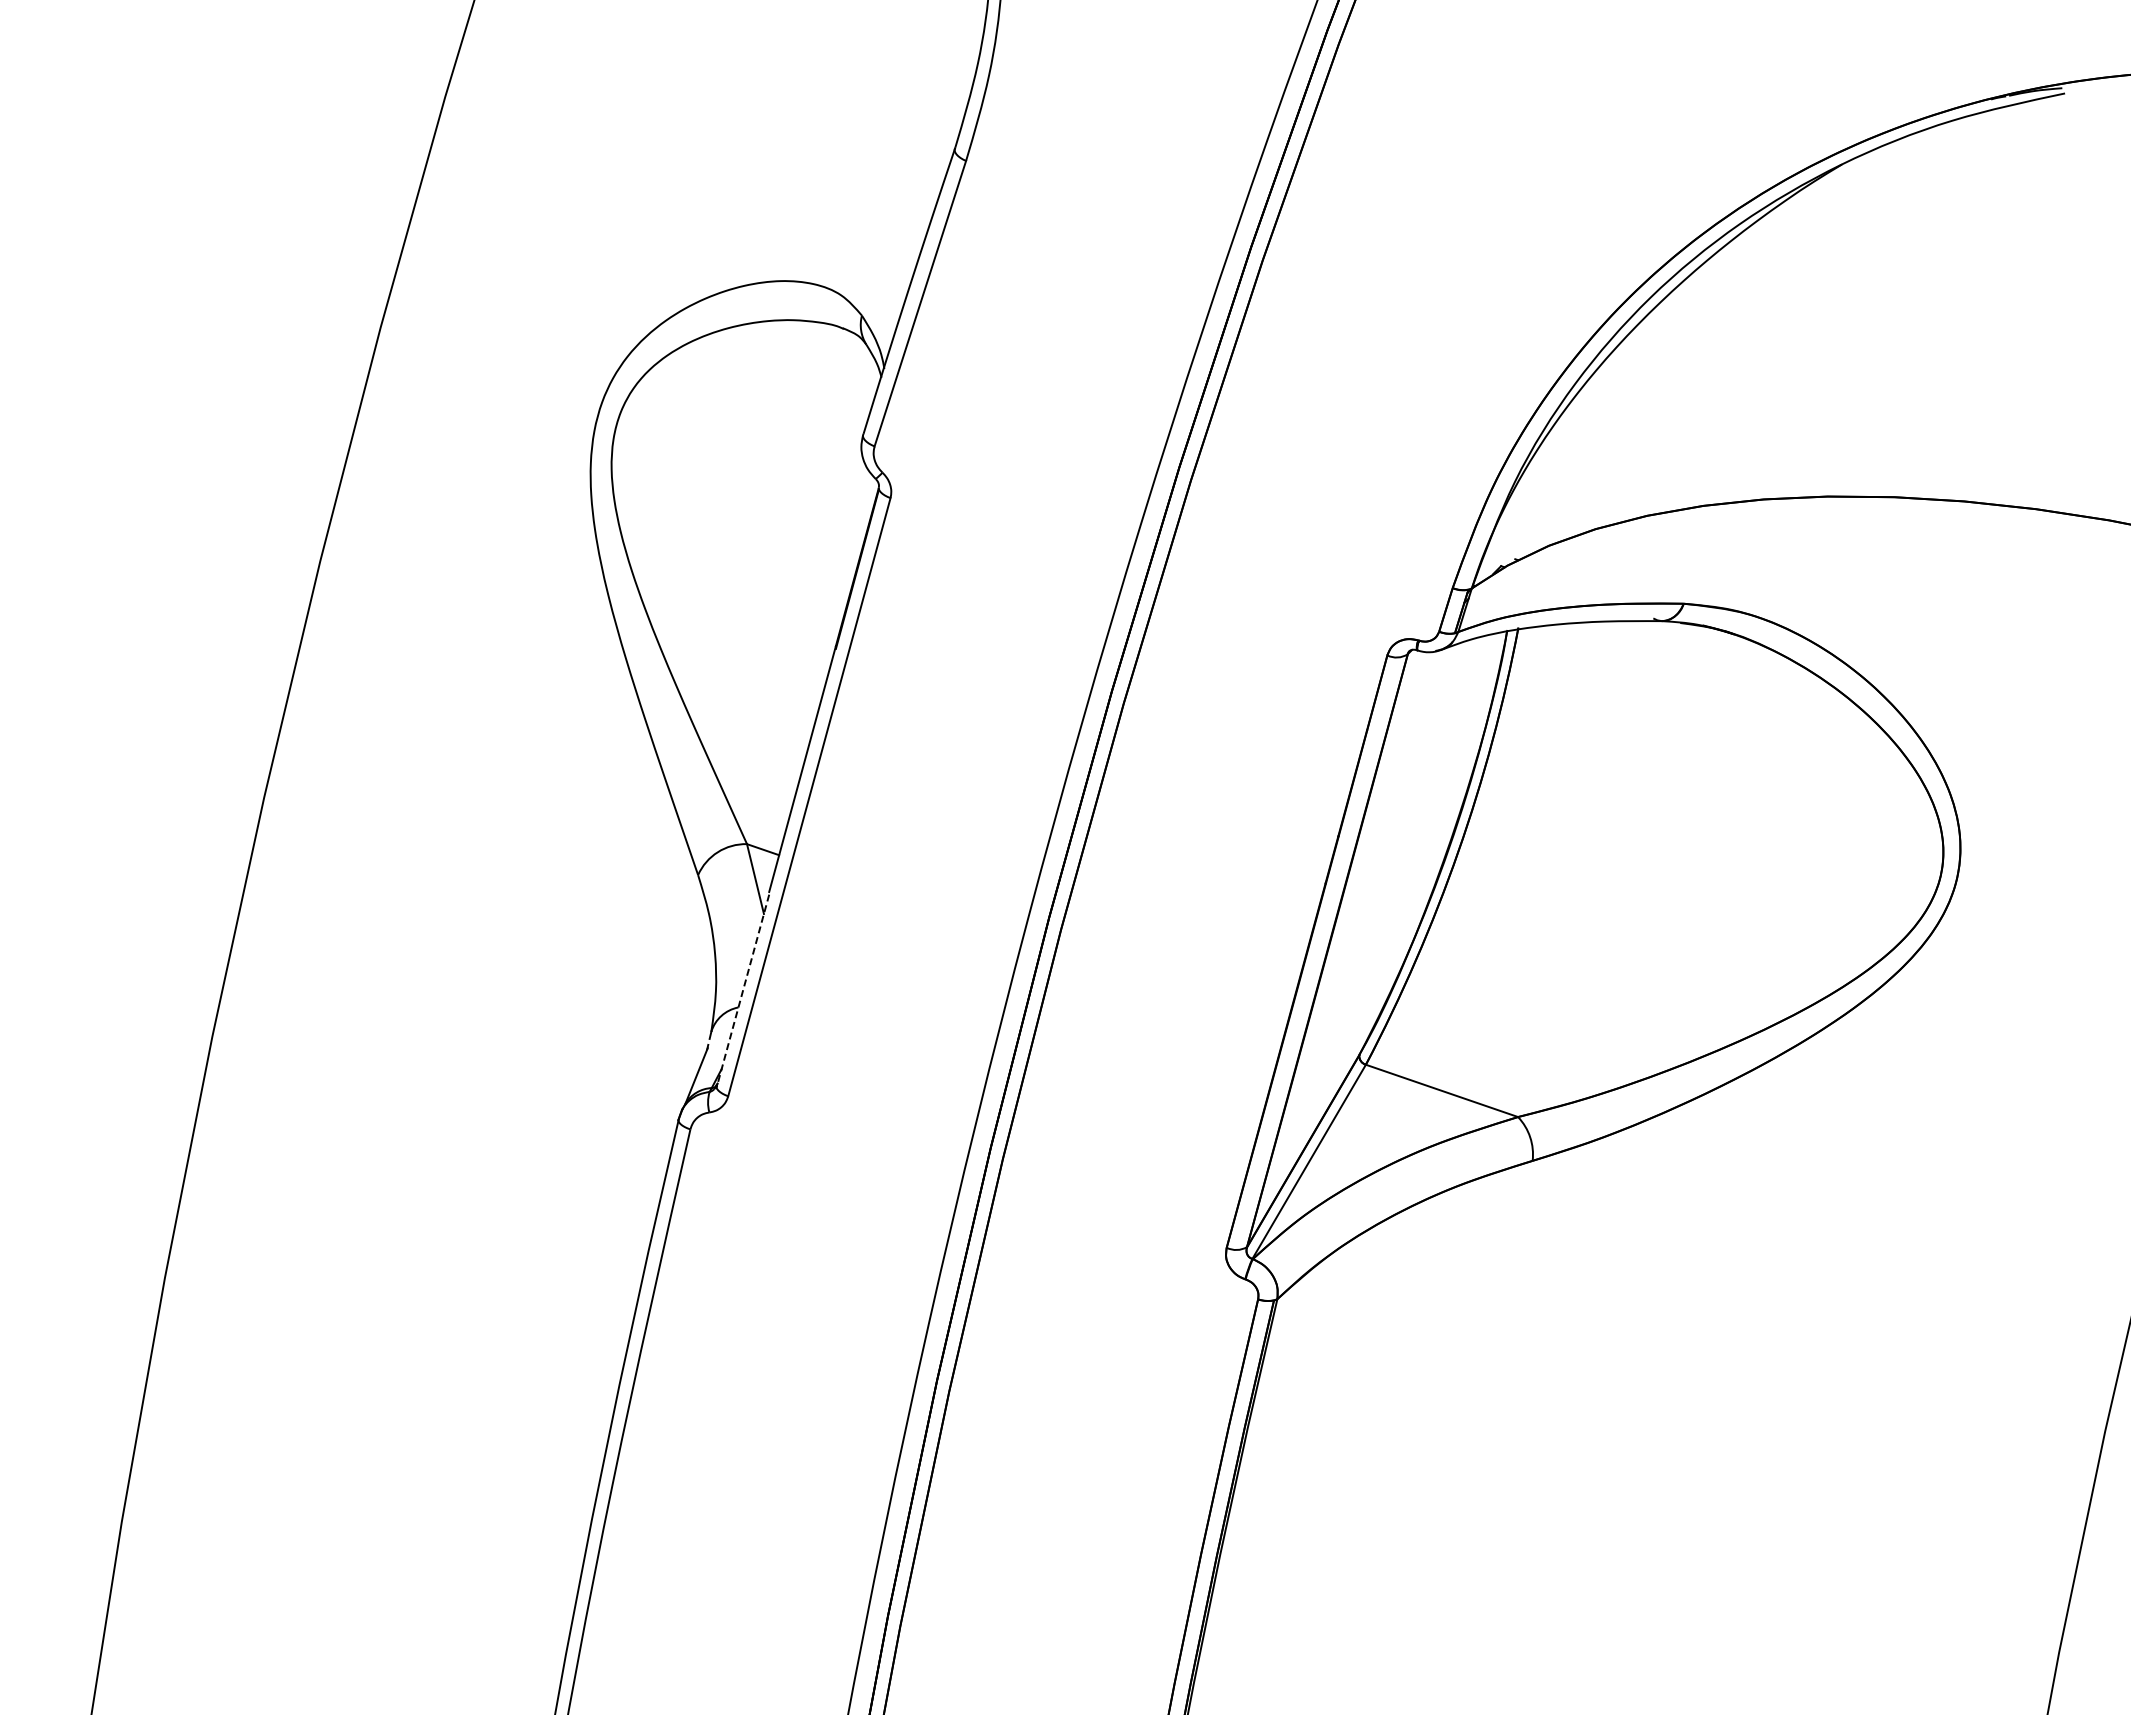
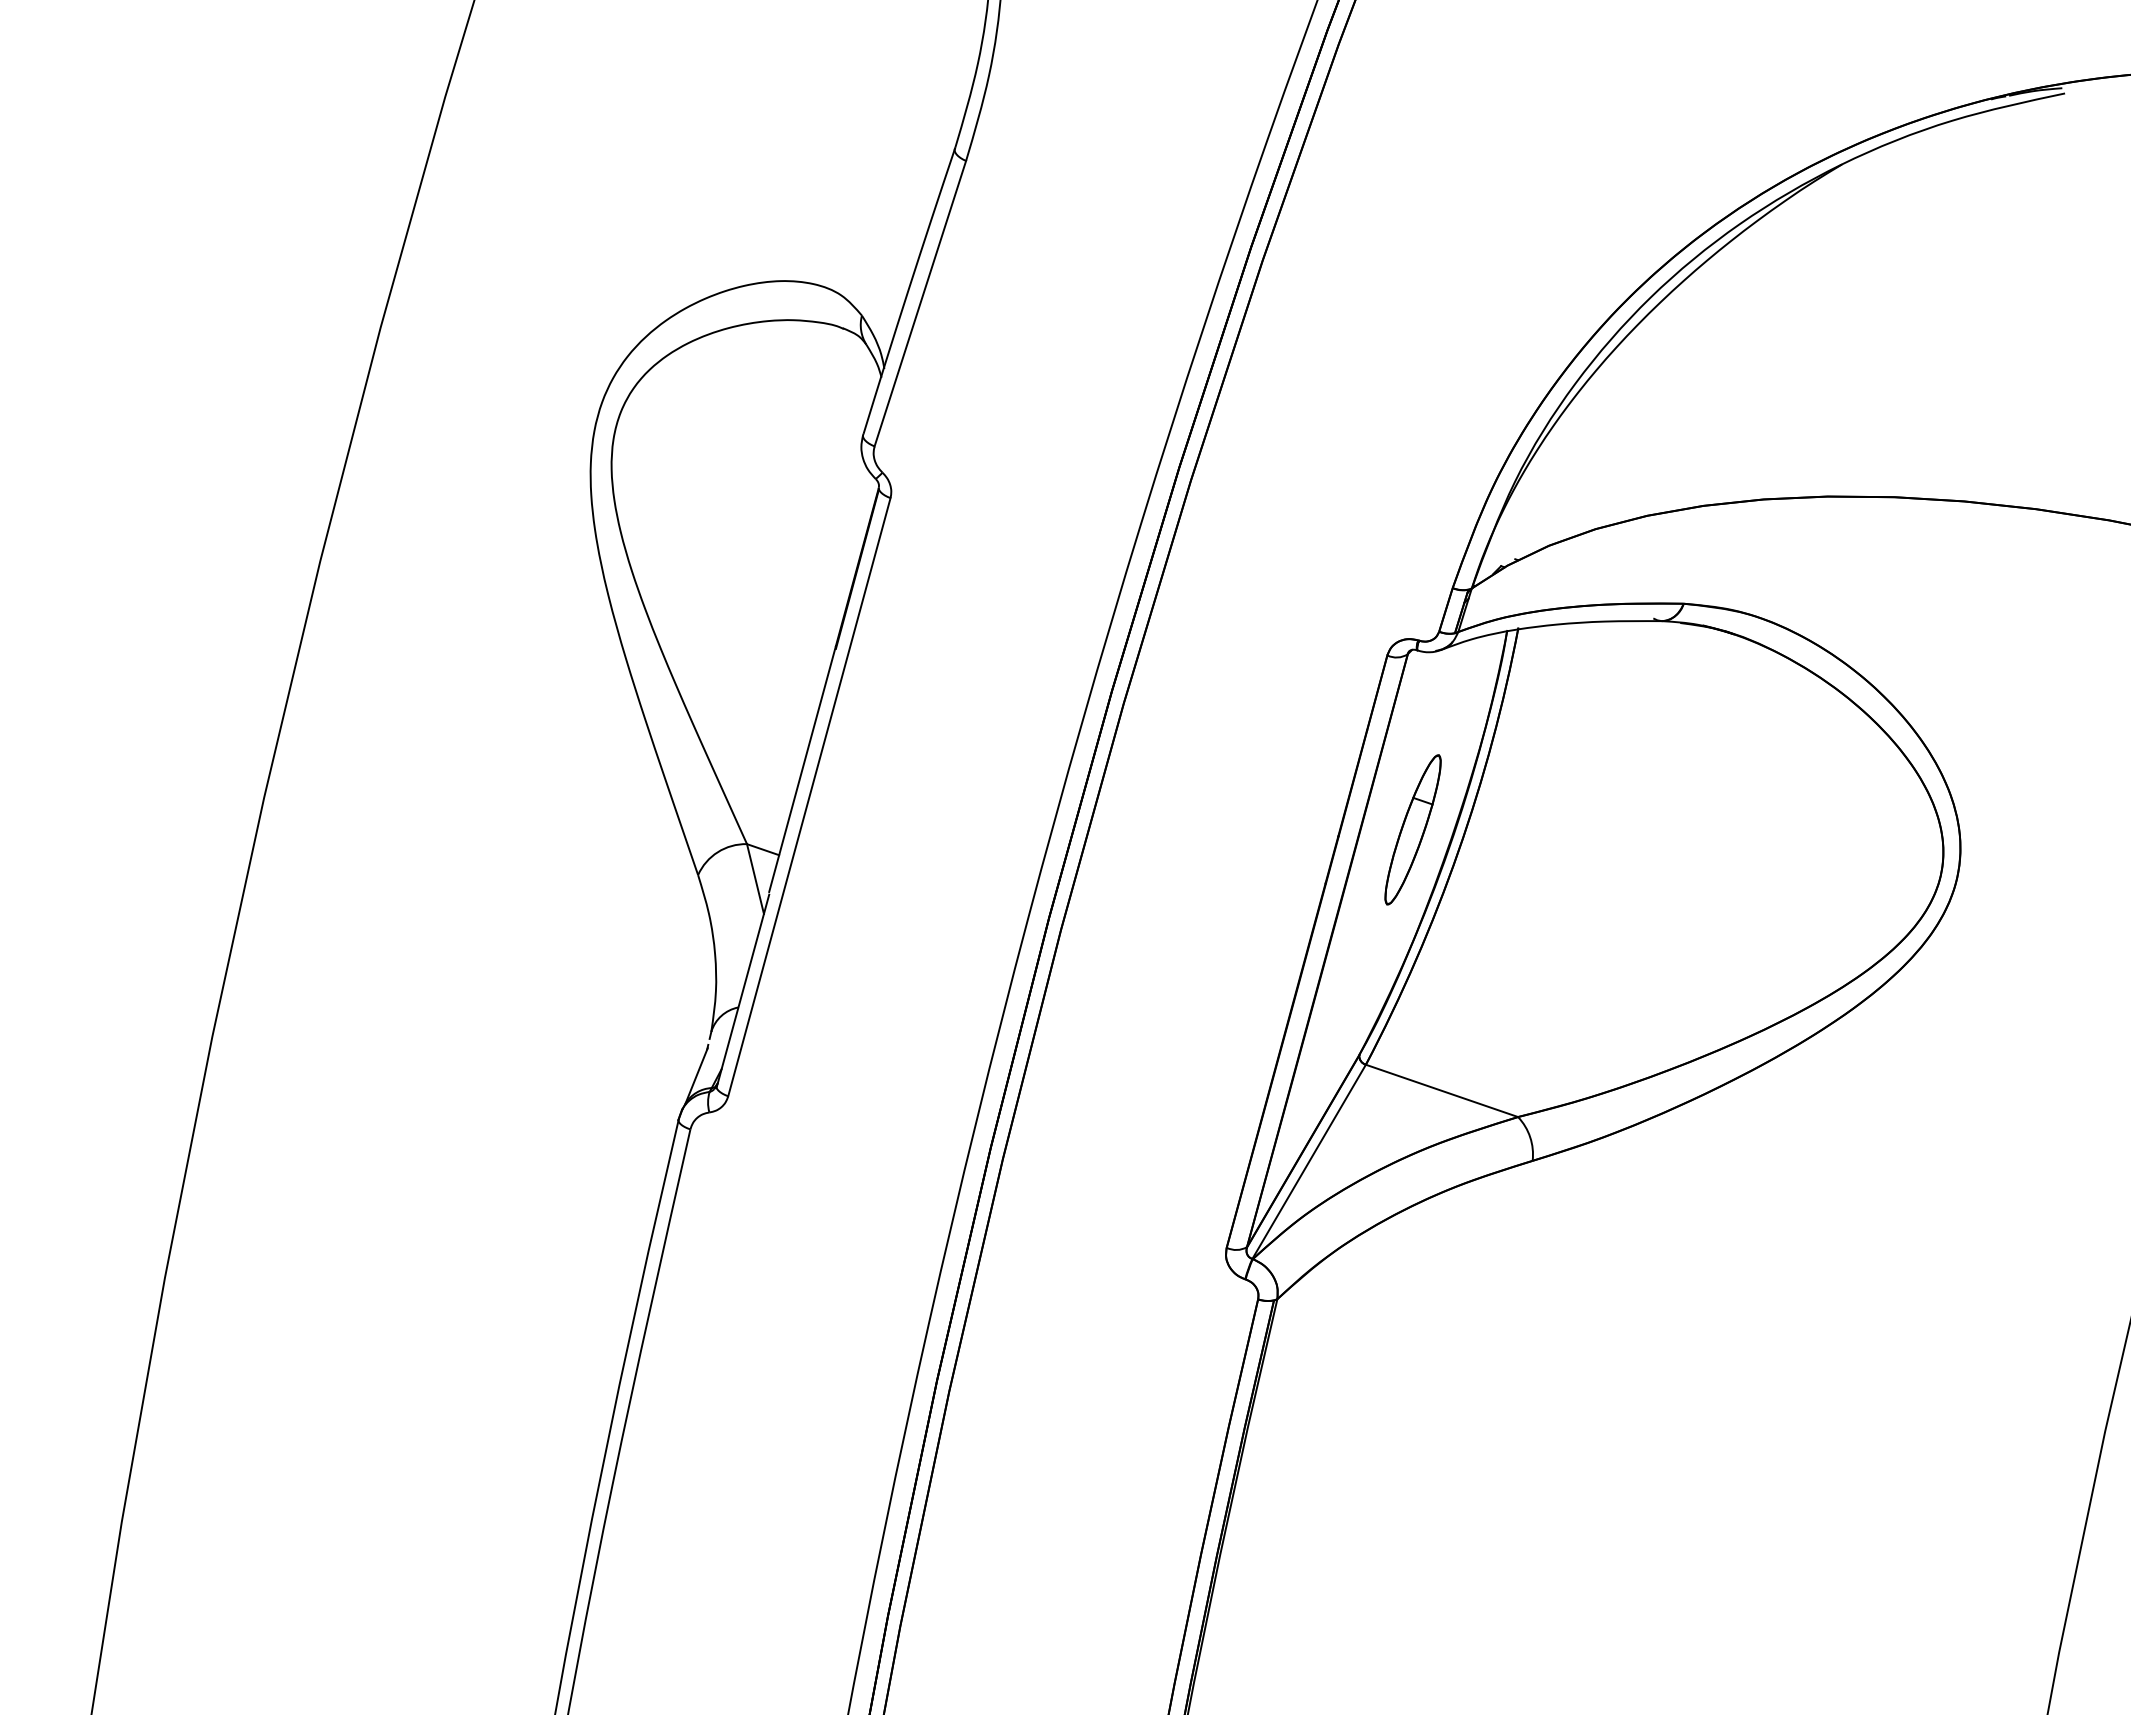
part at (1412, 829): none -> present
line at (742, 991): dashed -> solid
